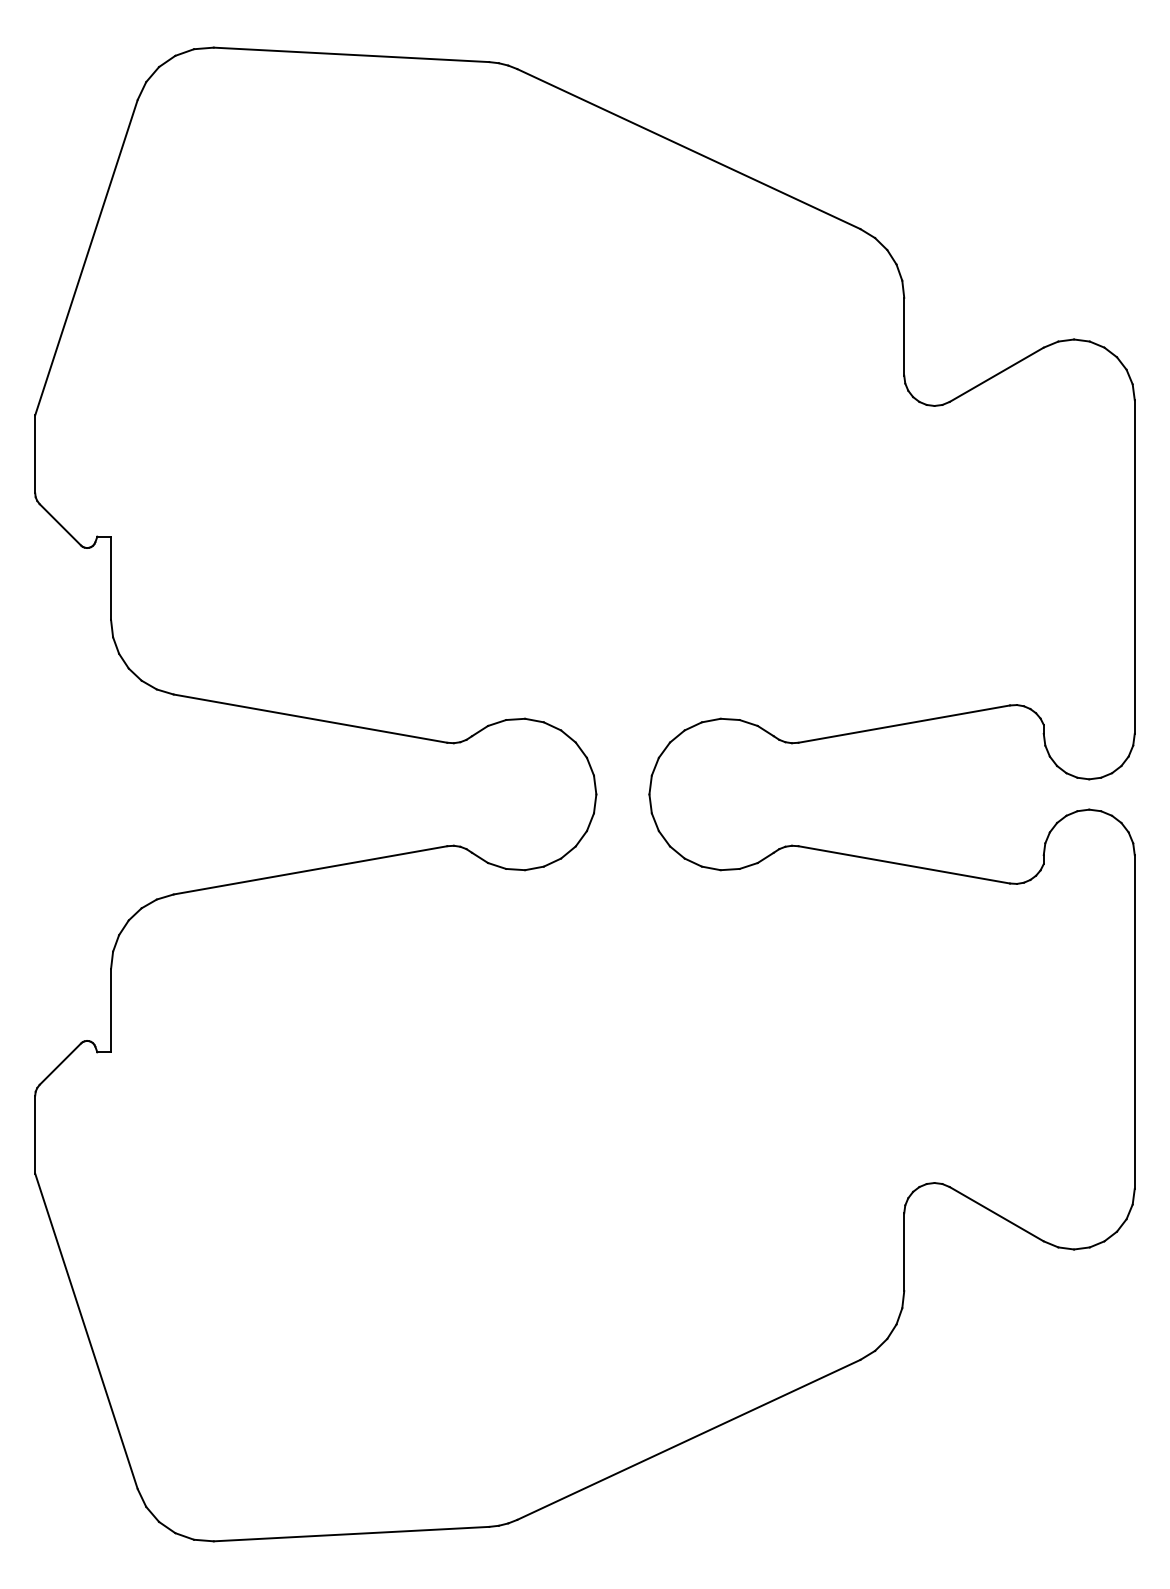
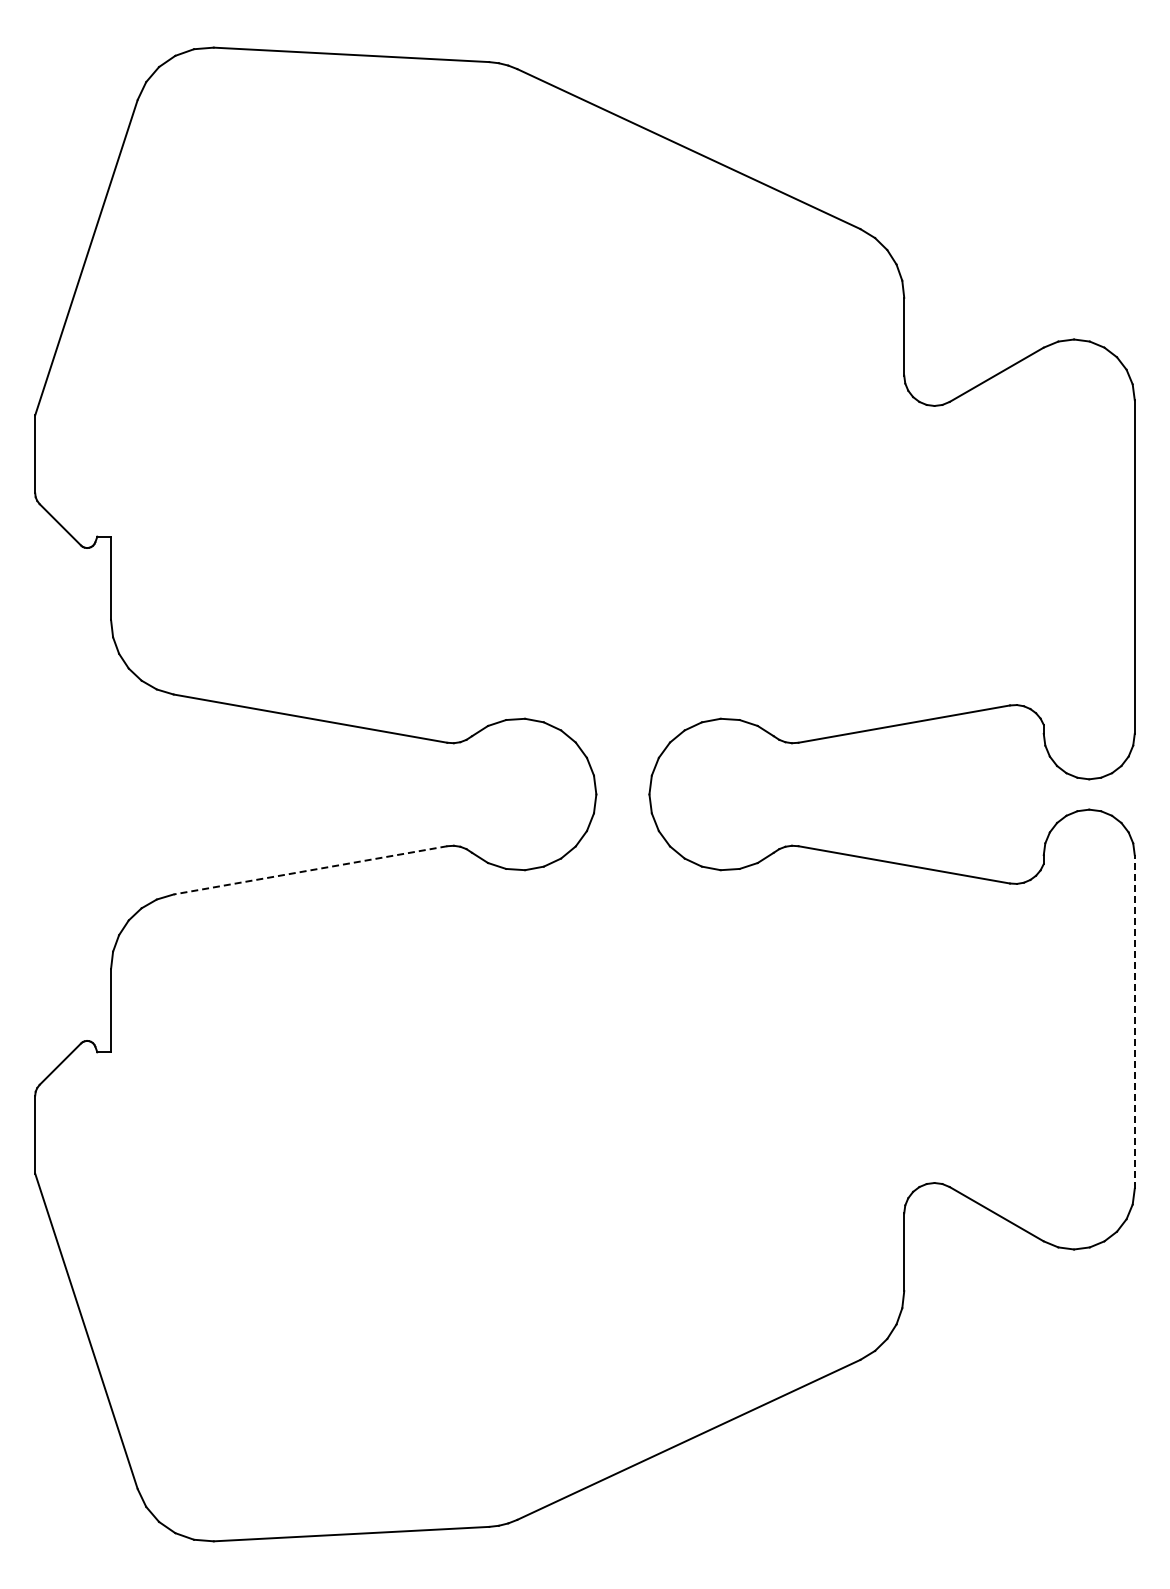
line at (310, 870): solid -> dashed
line at (1134, 1021): solid -> dashed
